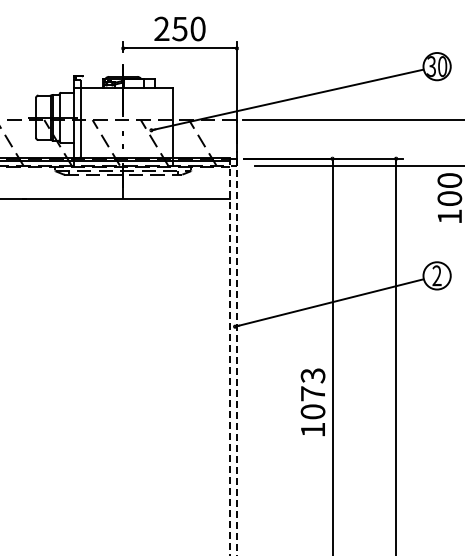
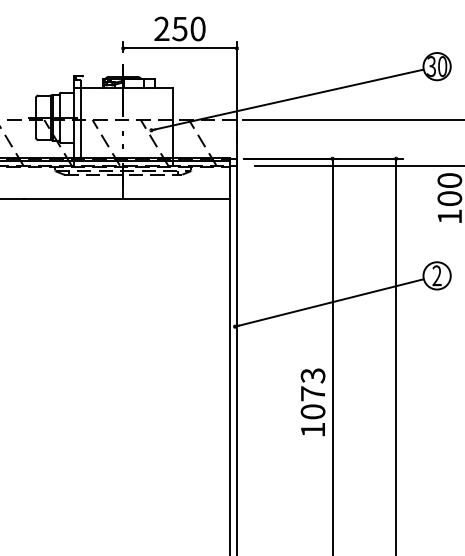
line at (230, 357): dashed -> solid
line at (236, 357): dashed -> solid
